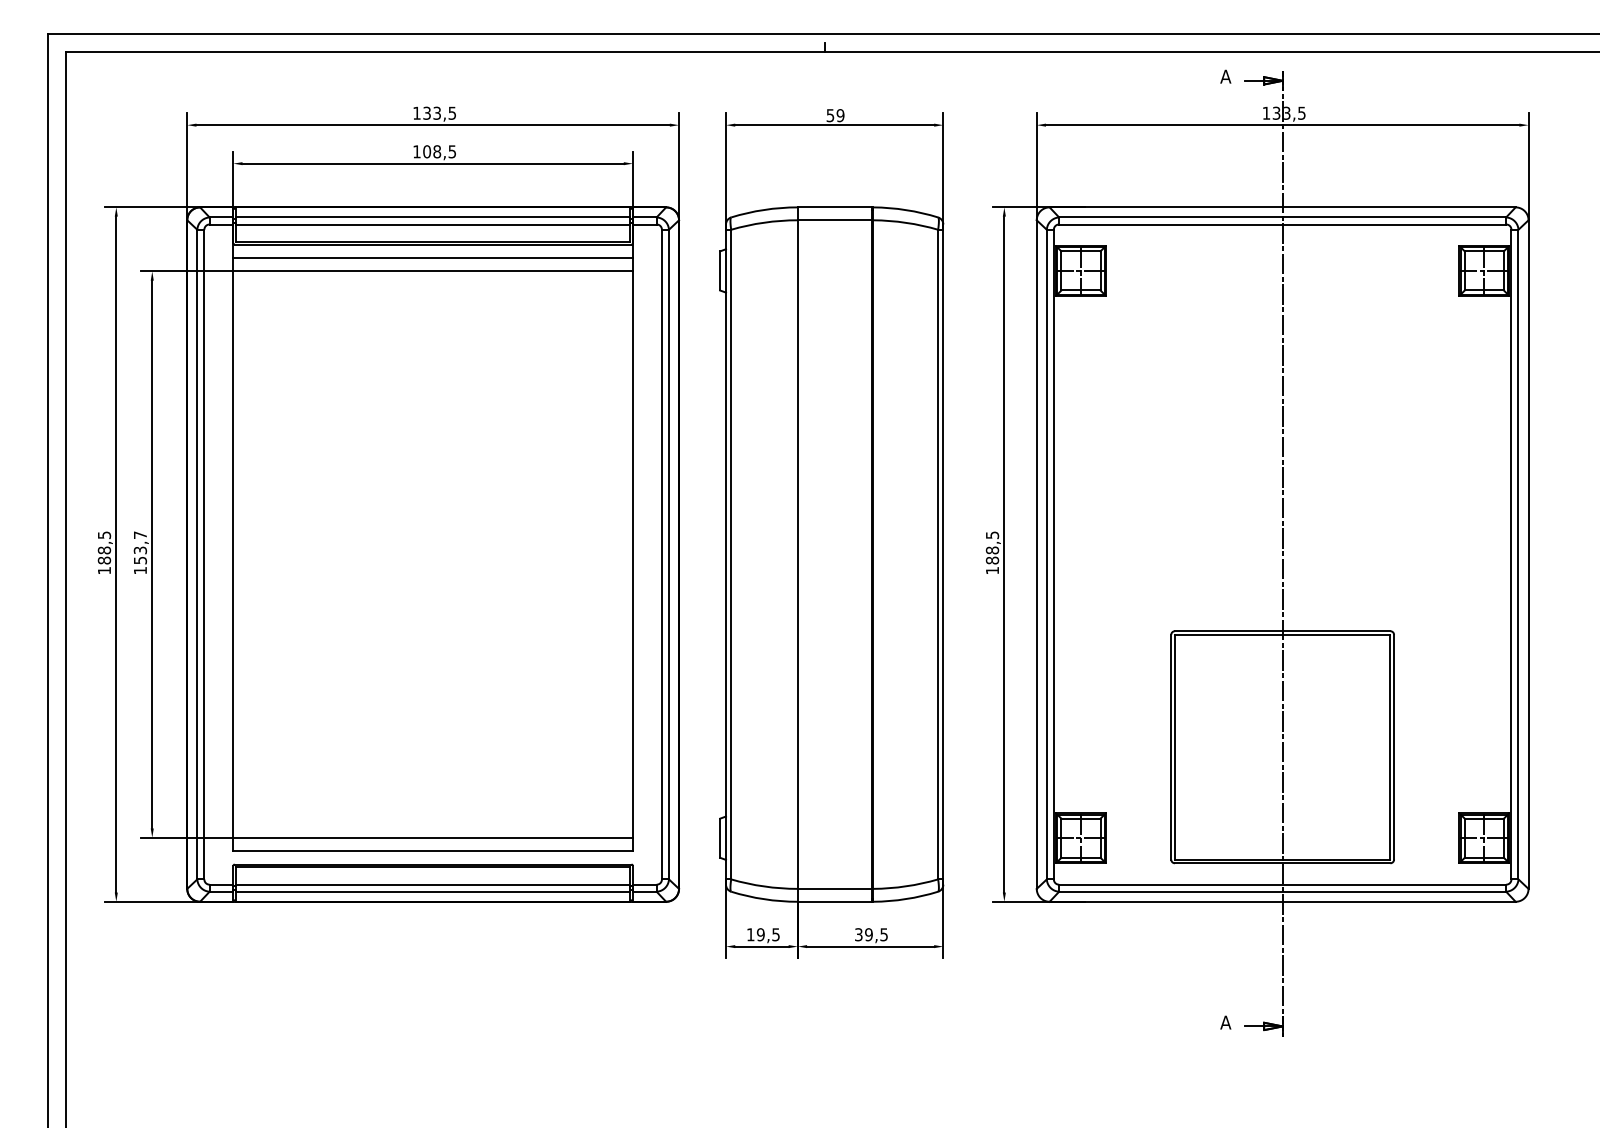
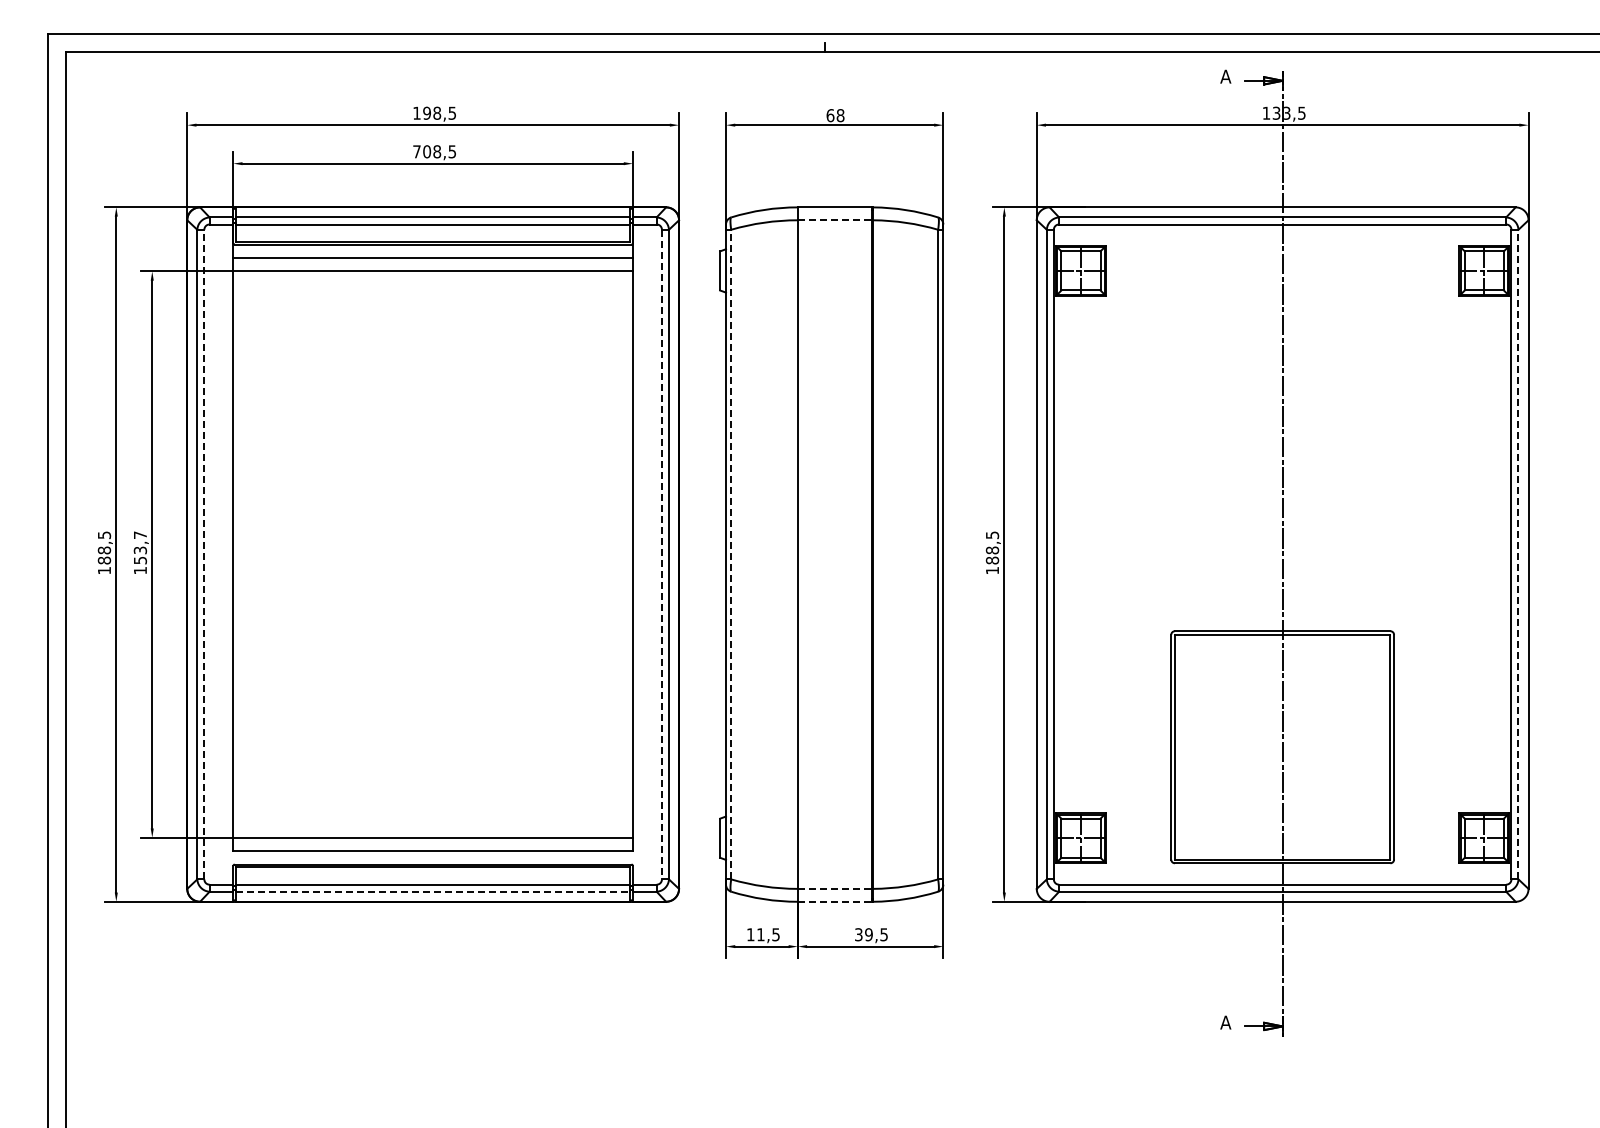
text at (432, 112): 133,5 -> 198,5
text at (835, 115): 59 -> 68
text at (416, 151): 108,5 -> 708,5
line at (834, 220): solid -> dashed
line at (204, 554): solid -> dashed
line at (661, 554): solid -> dashed
line at (731, 554): solid -> dashed
line at (1518, 554): solid -> dashed
line at (834, 888): solid -> dashed
line at (433, 891): solid -> dashed
line at (834, 901): solid -> dashed
text at (760, 934): 19,5 -> 11,5
